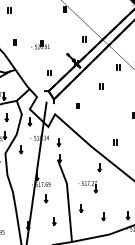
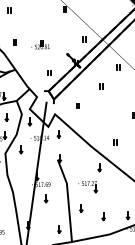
part at (58, 142) position: (58, 142) -> (58, 134)
part at (54, 221) position: (54, 221) -> (59, 229)
